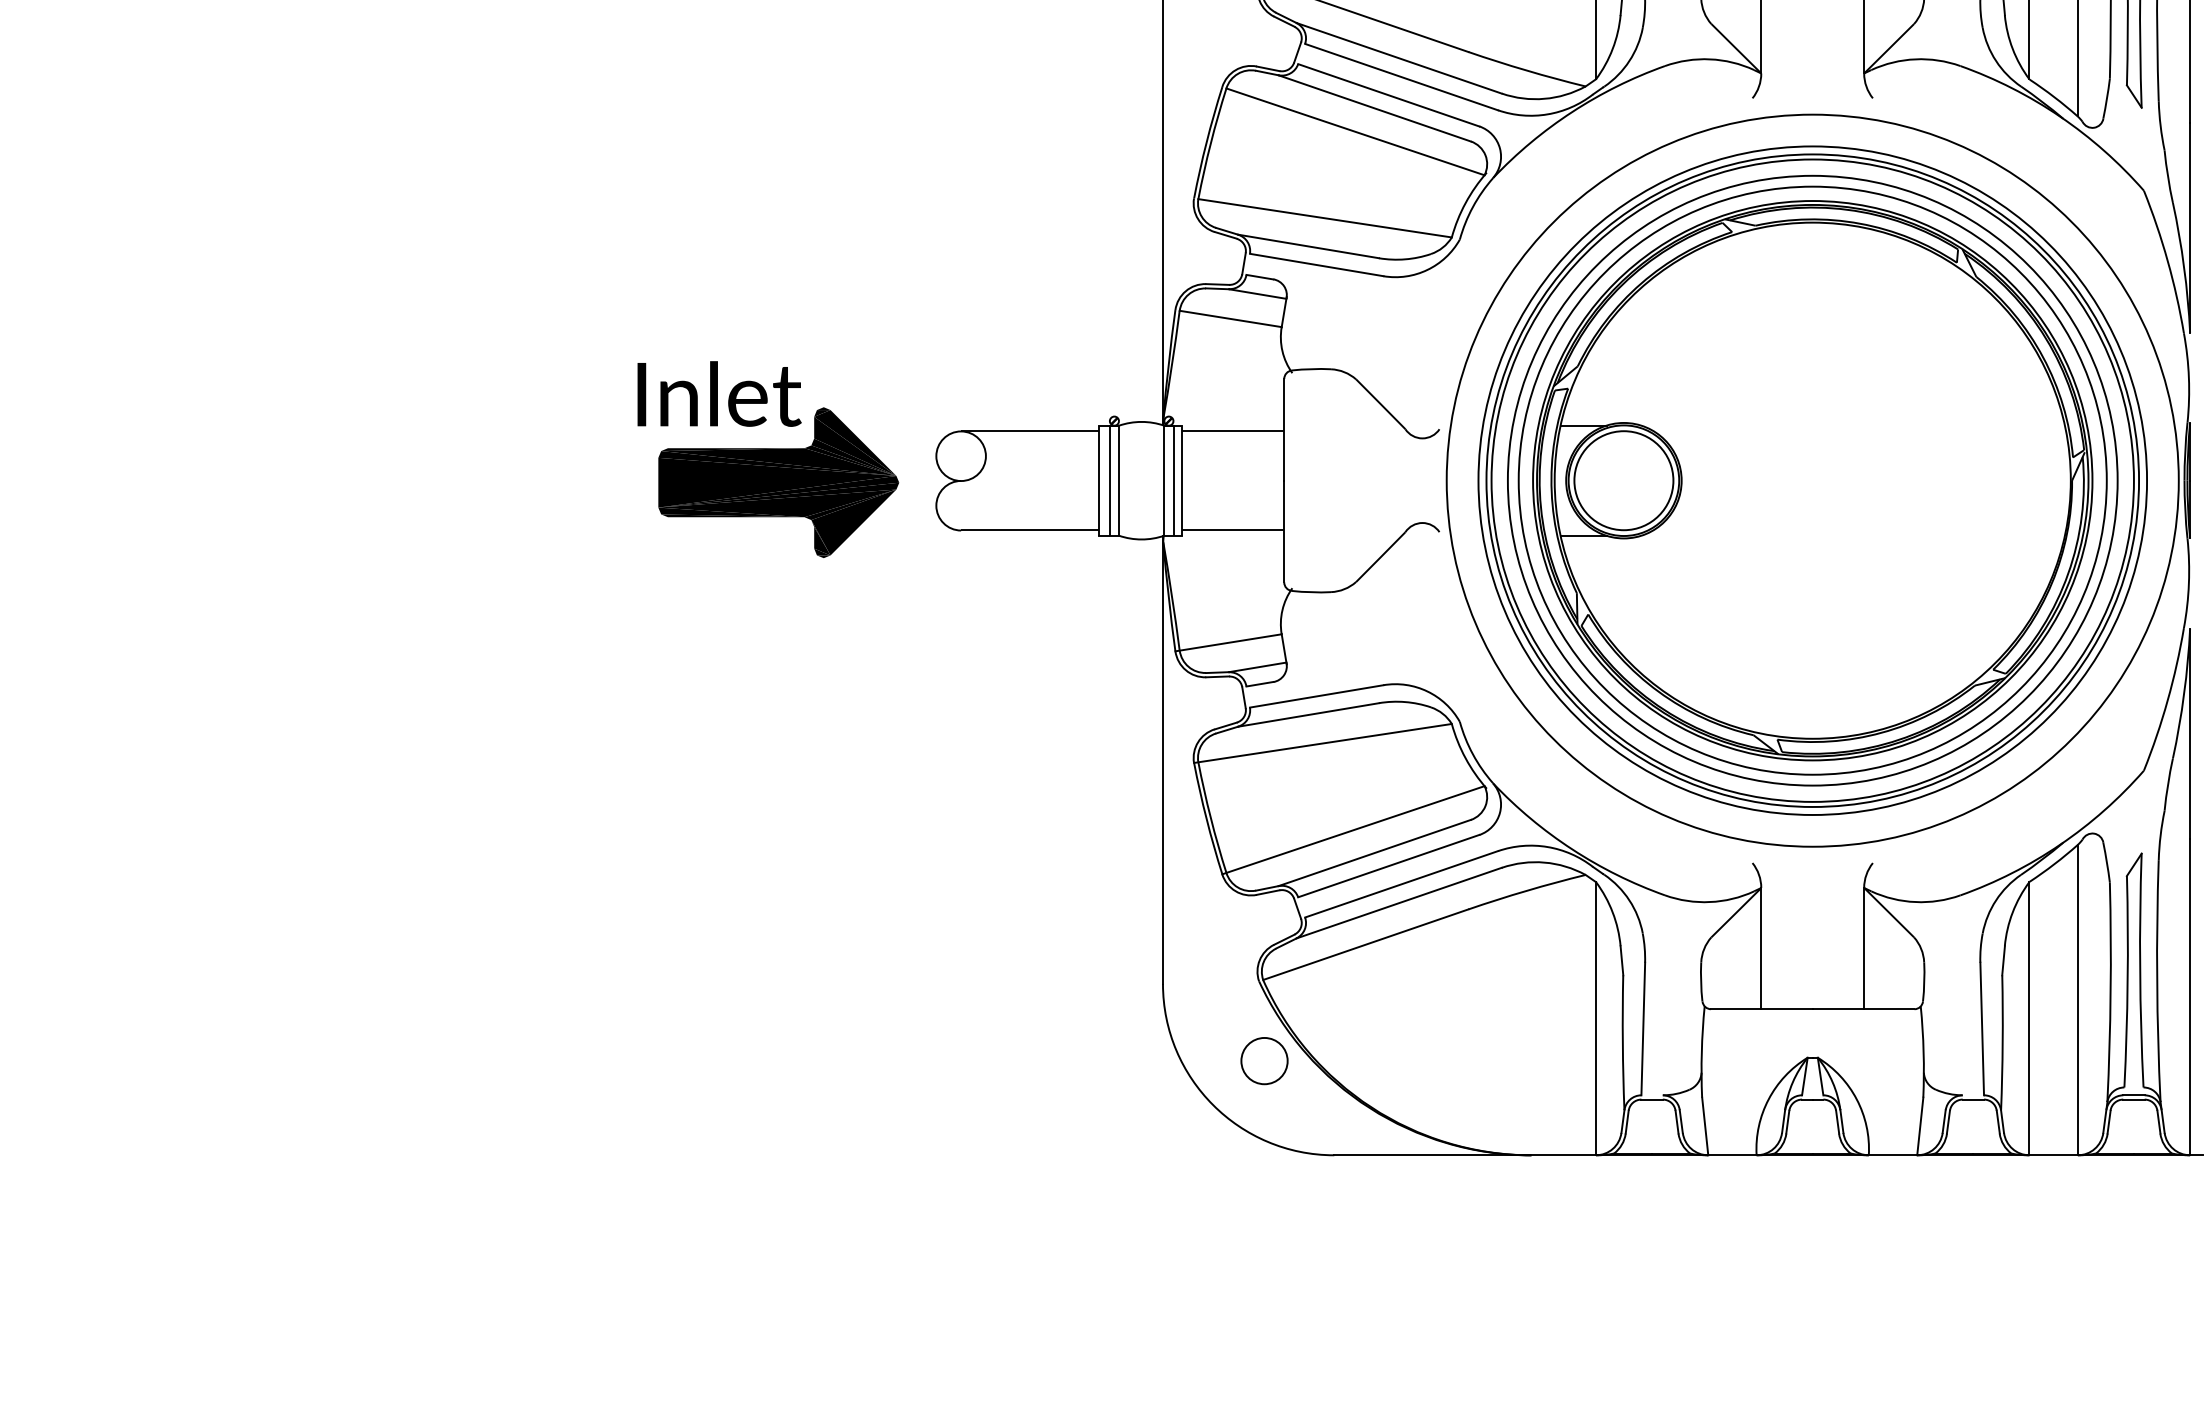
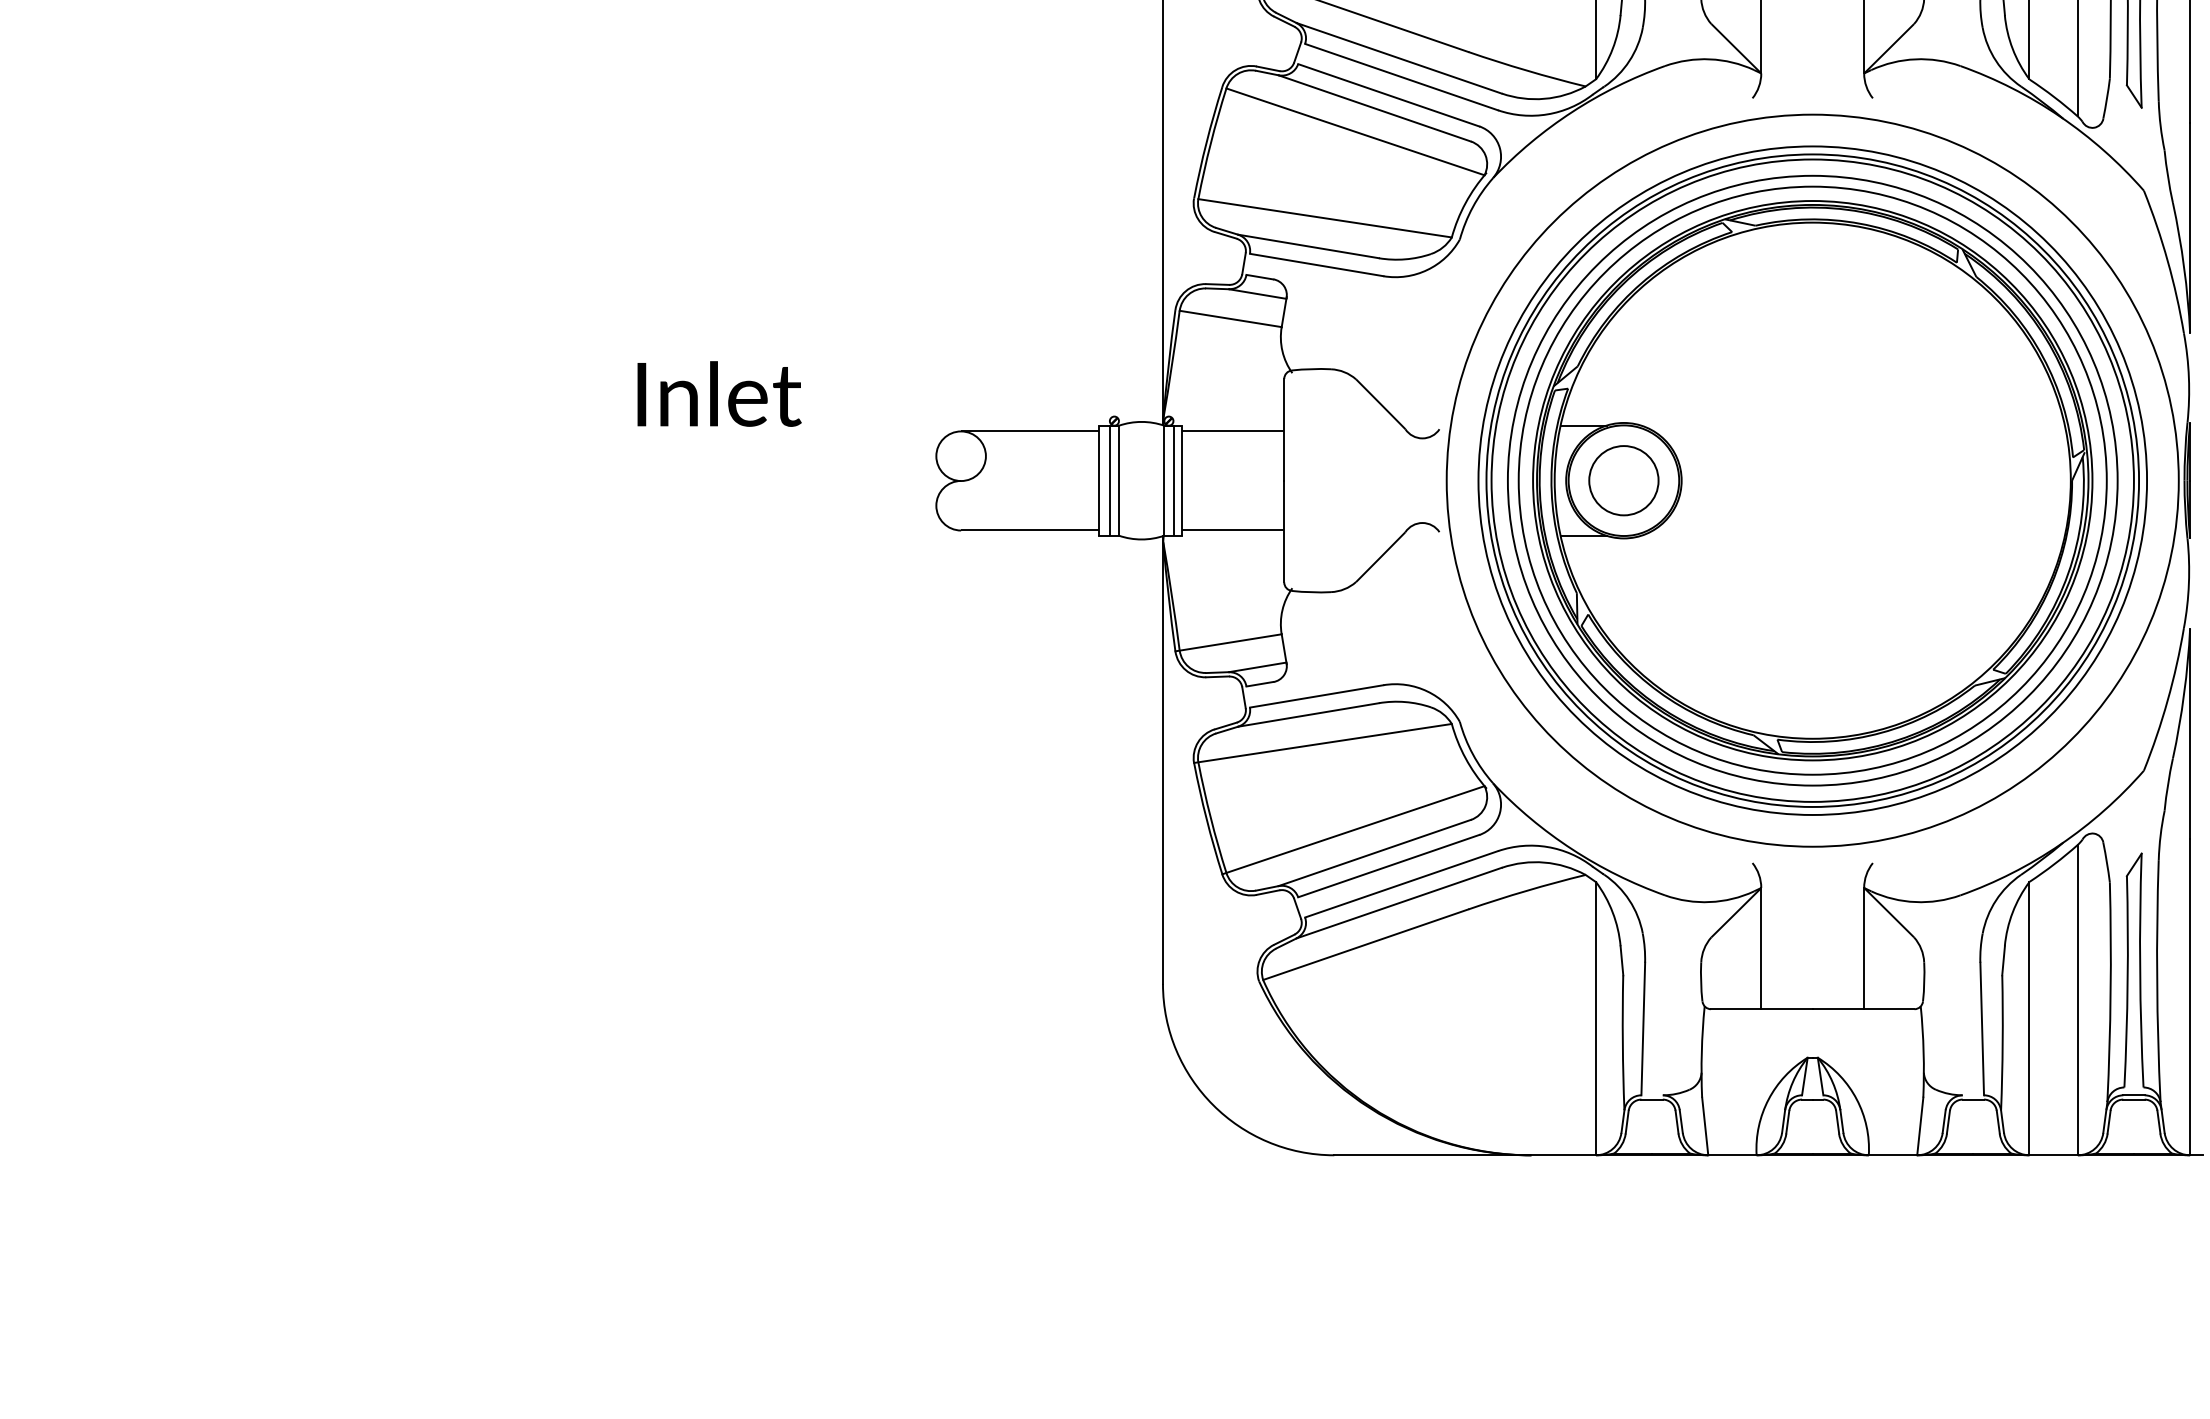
circle at (1623, 480) diameter: 99 px -> 69 px
part at (778, 482): present -> none
circle at (1264, 1061): present -> none
